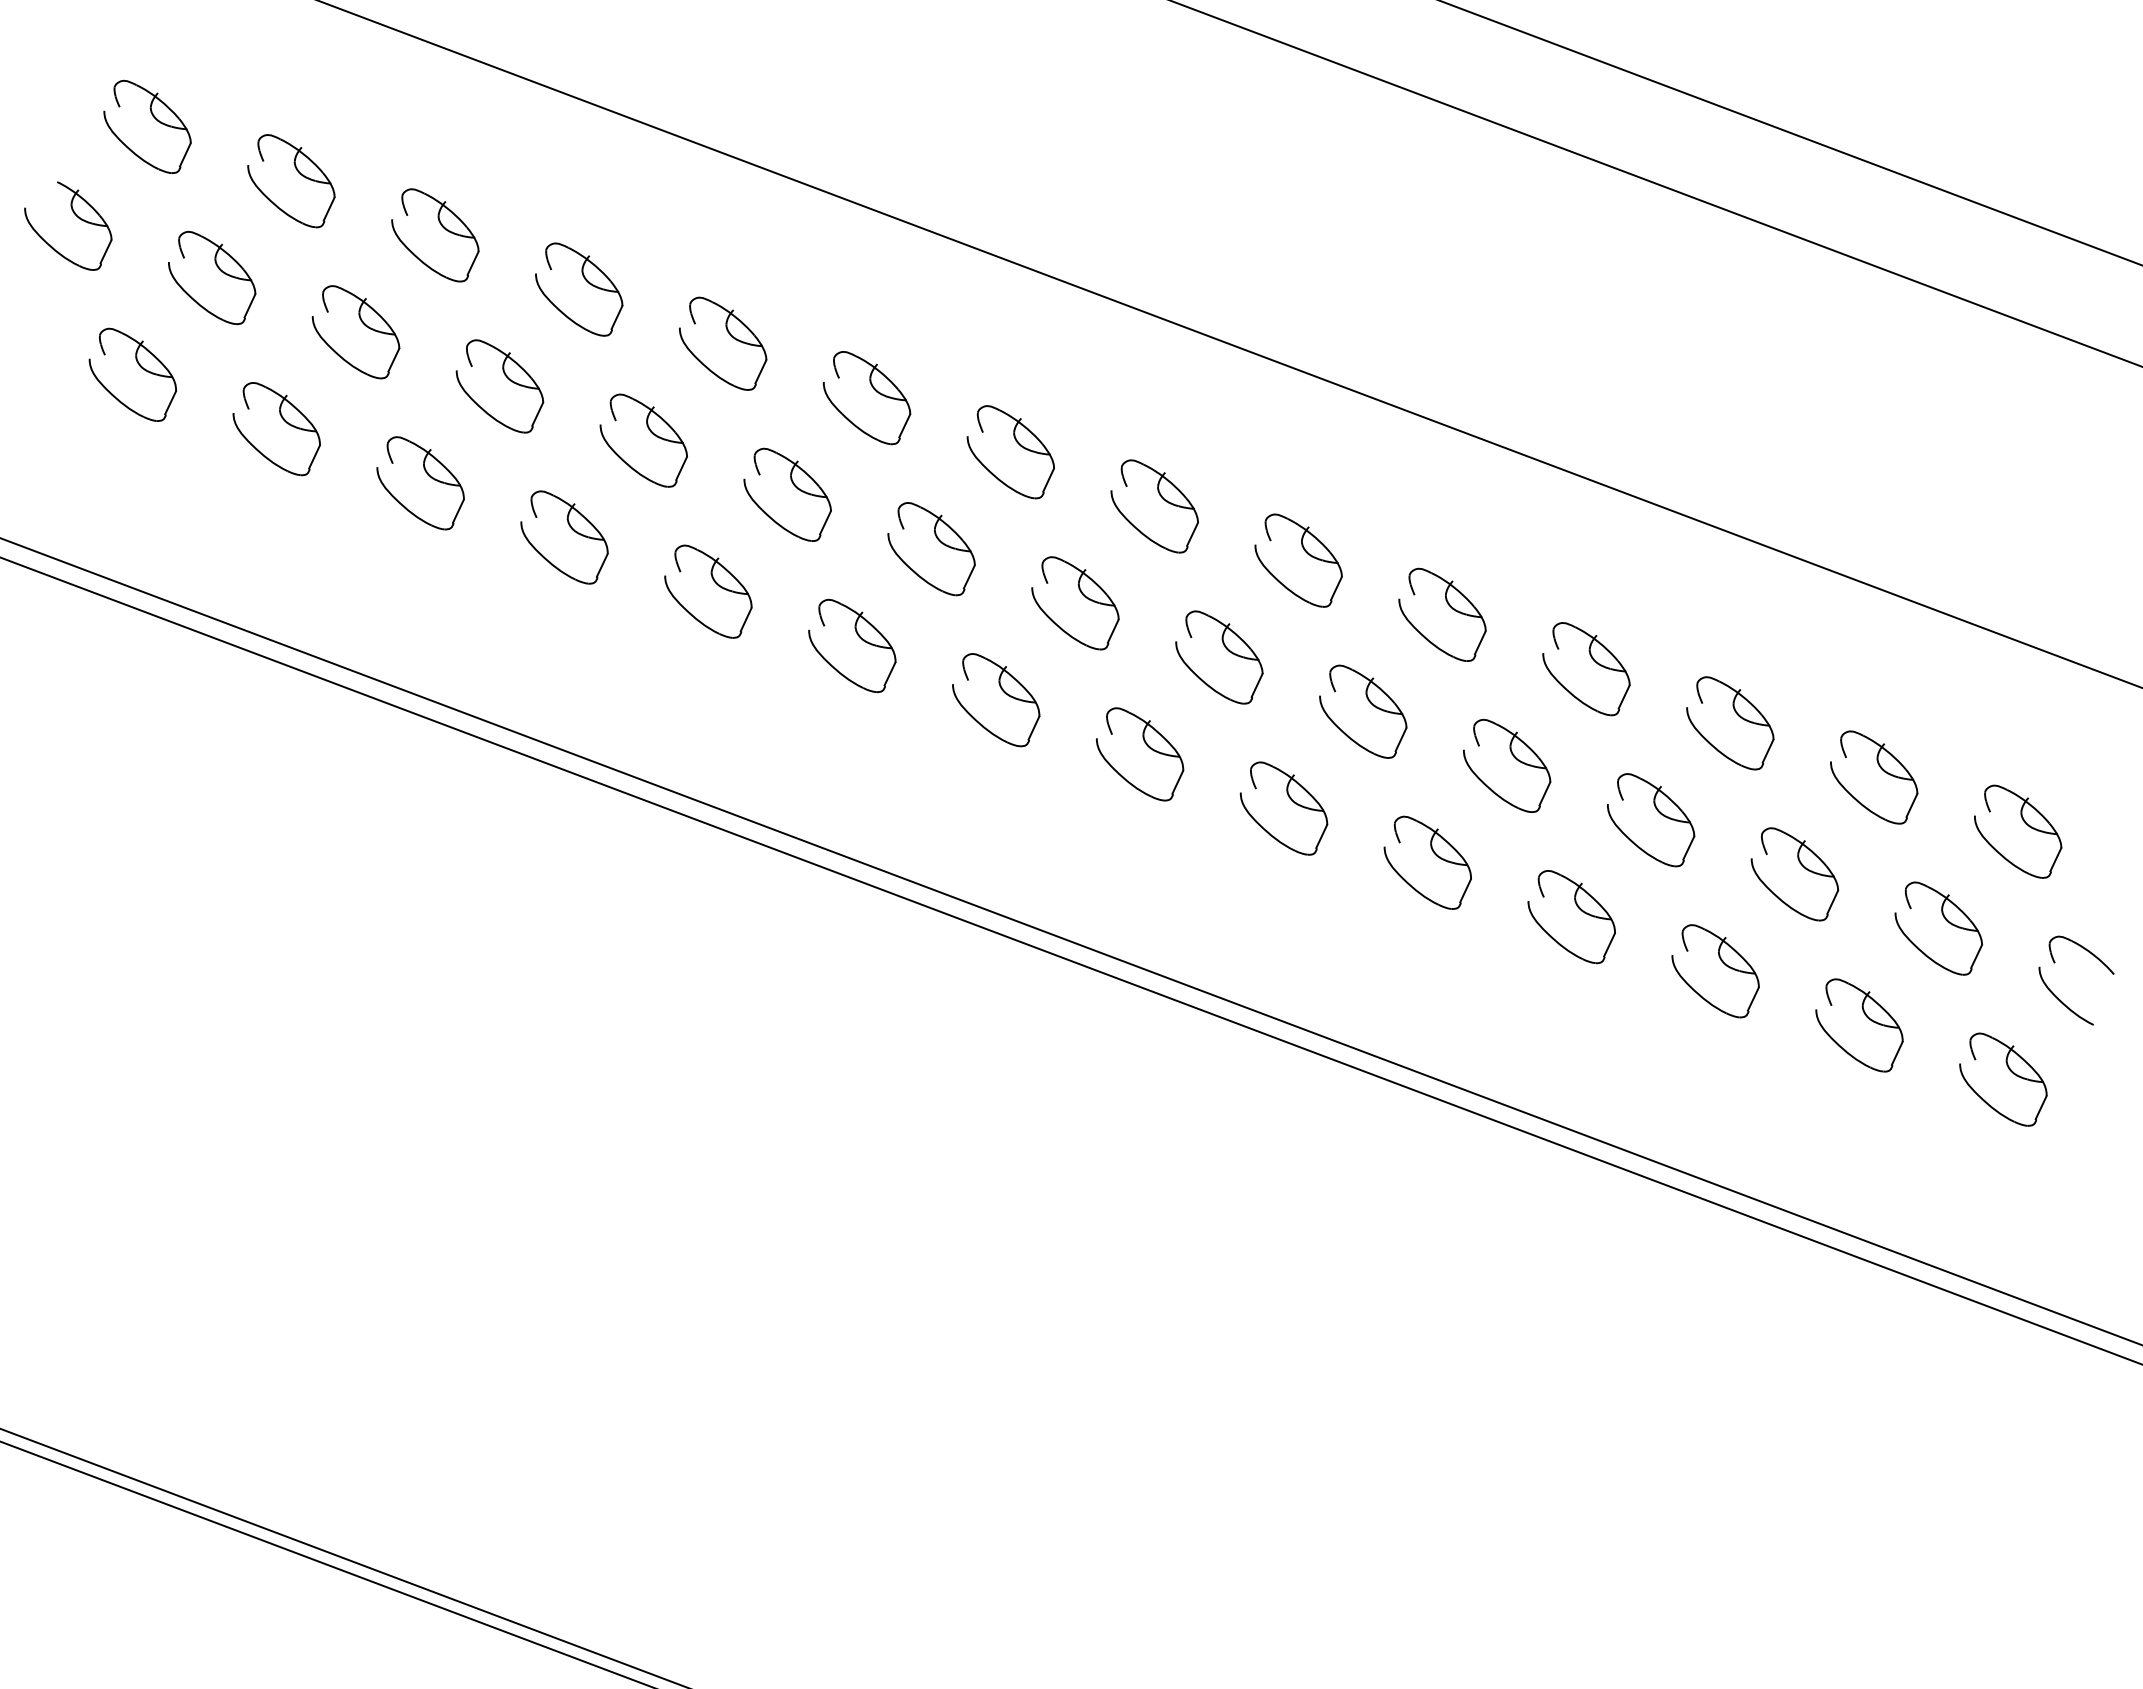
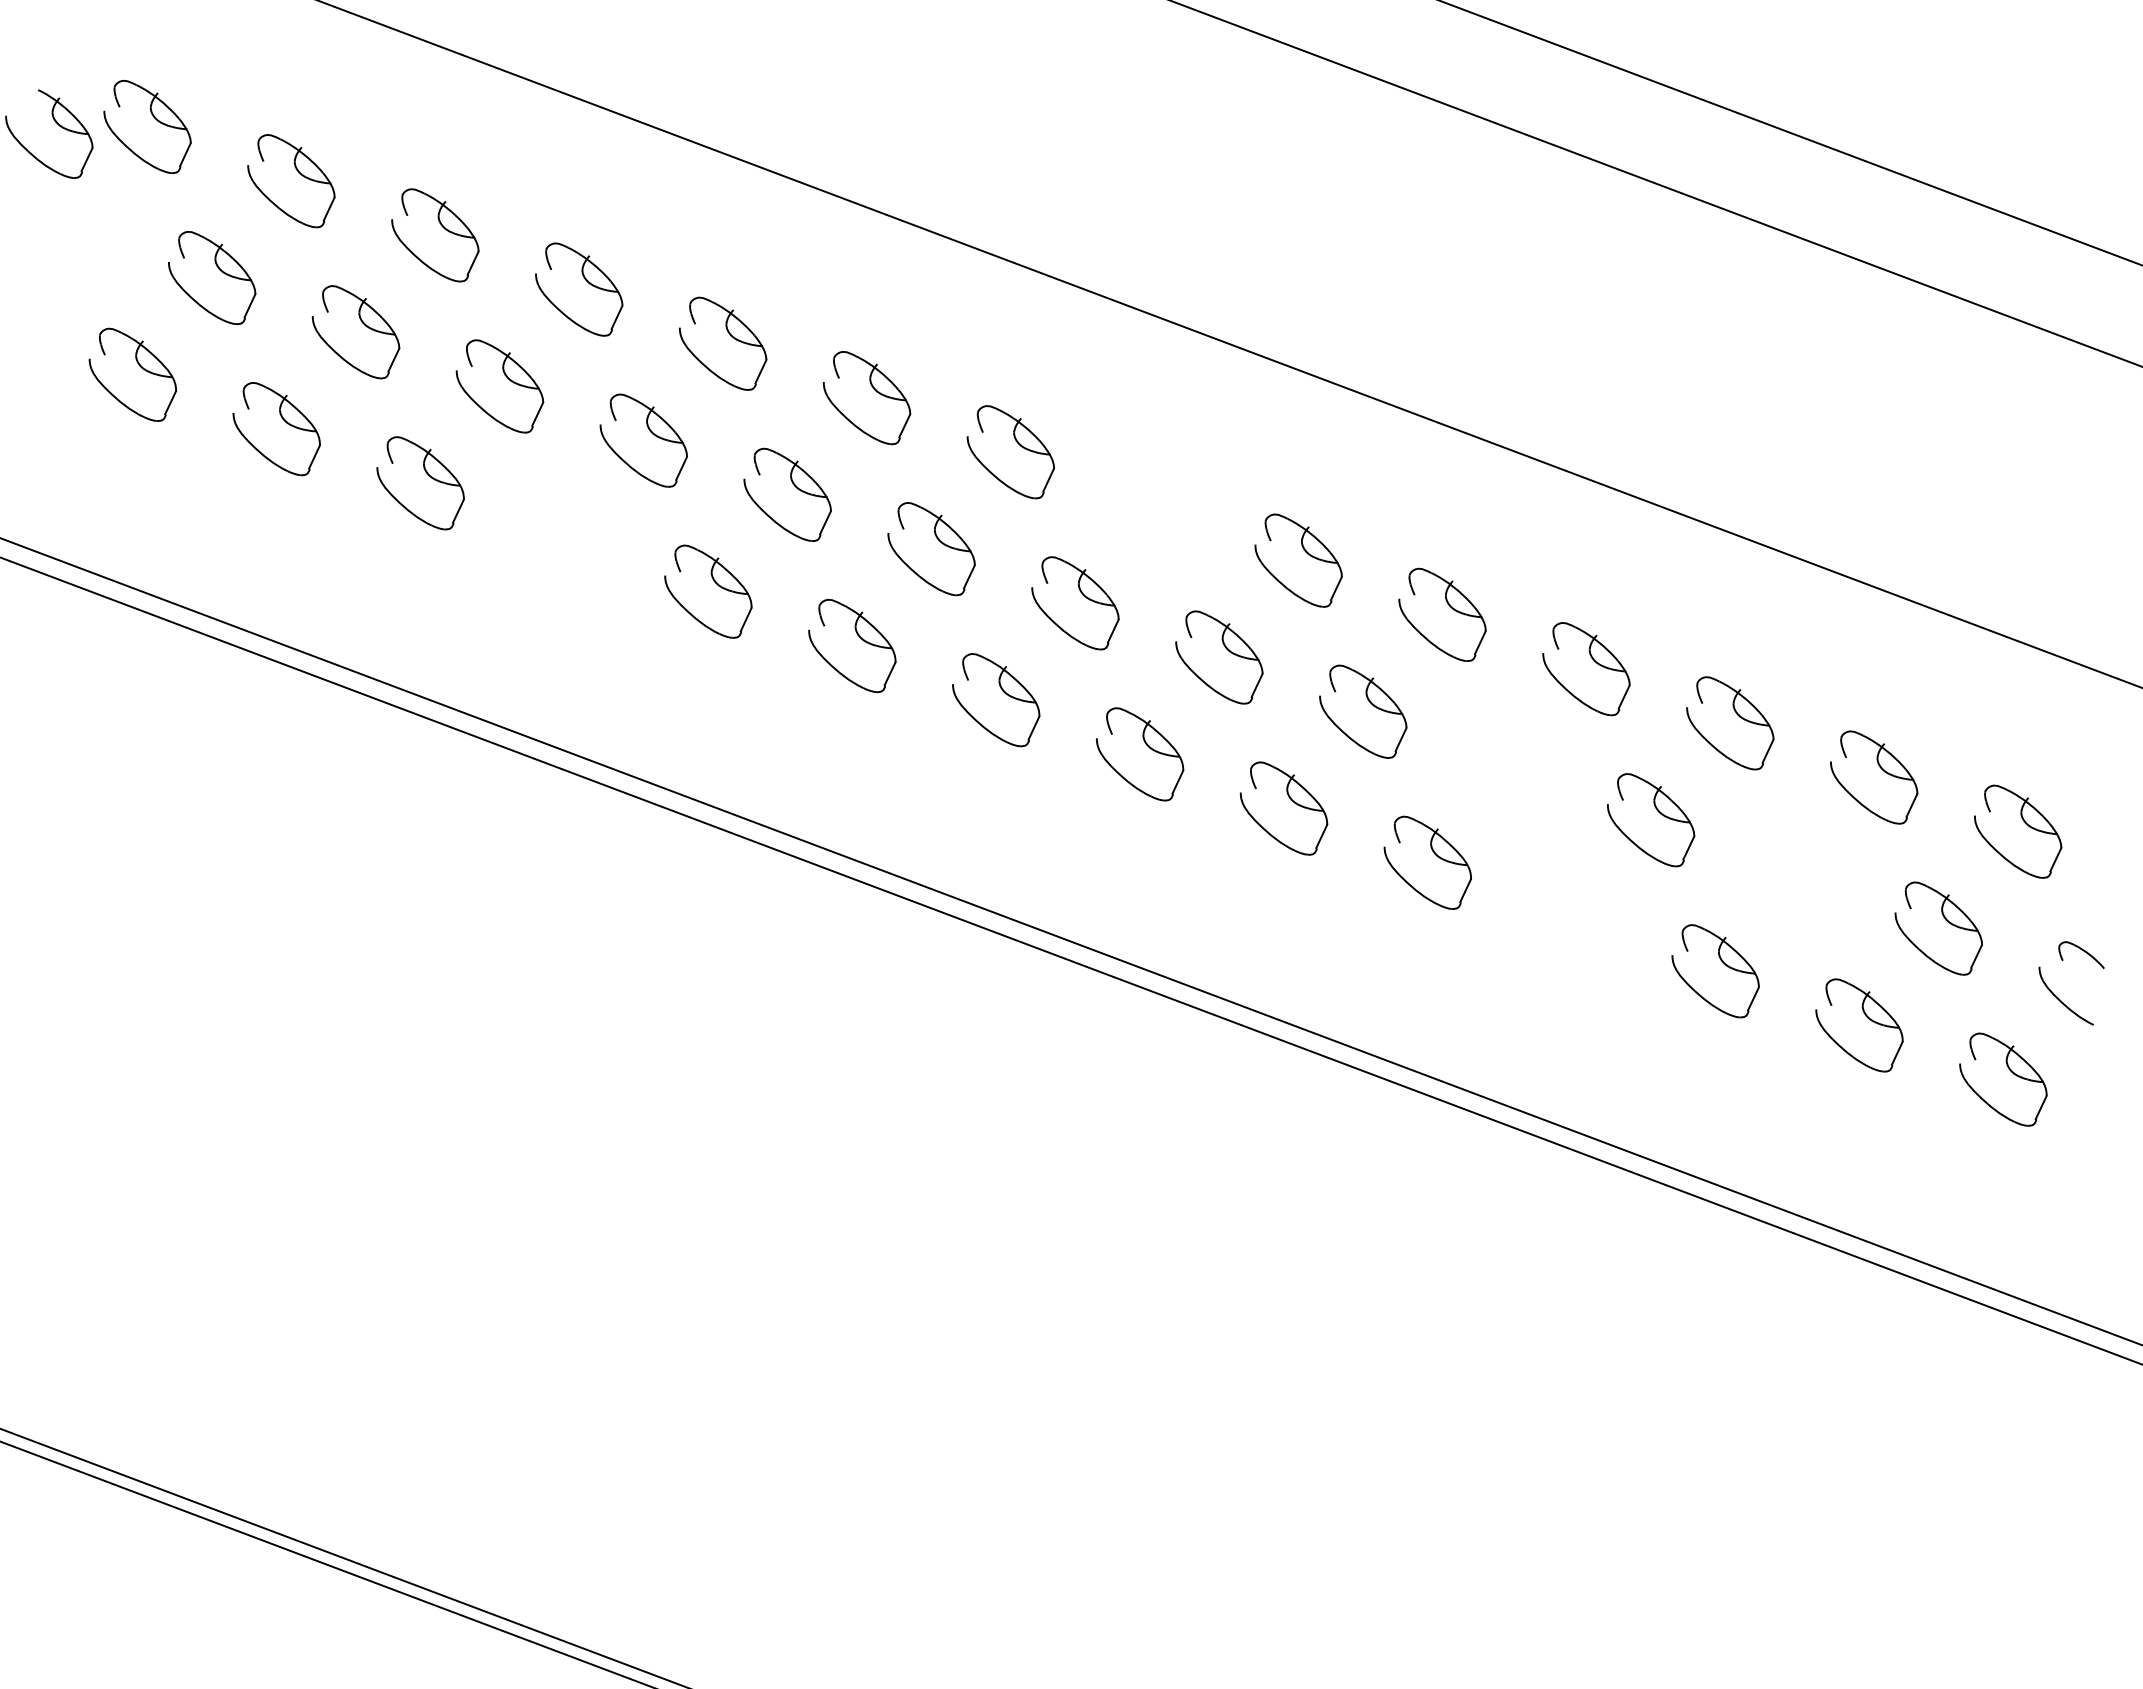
part at (76, 216) position: (76, 216) -> (57, 124)
part at (1161, 498): present -> none
part at (571, 529): present -> none
part at (1514, 758): present -> none
part at (1802, 866): present -> none
part at (1579, 909): present -> none
part at (2081, 954) size: 67x40 px -> 47x28 px
